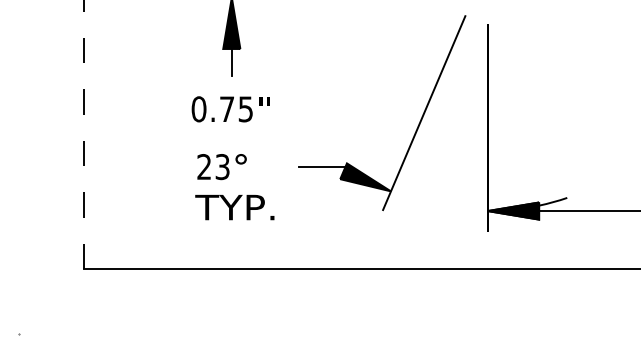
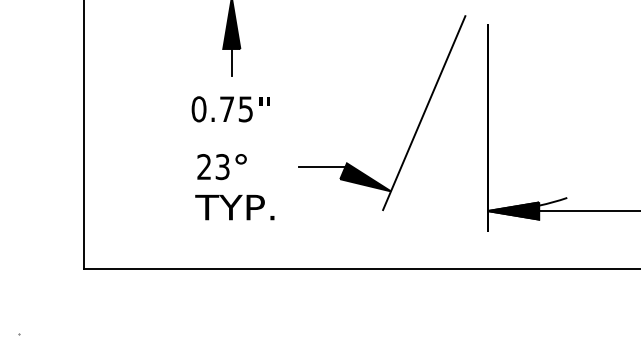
line at (83, 134): dashed -> solid
